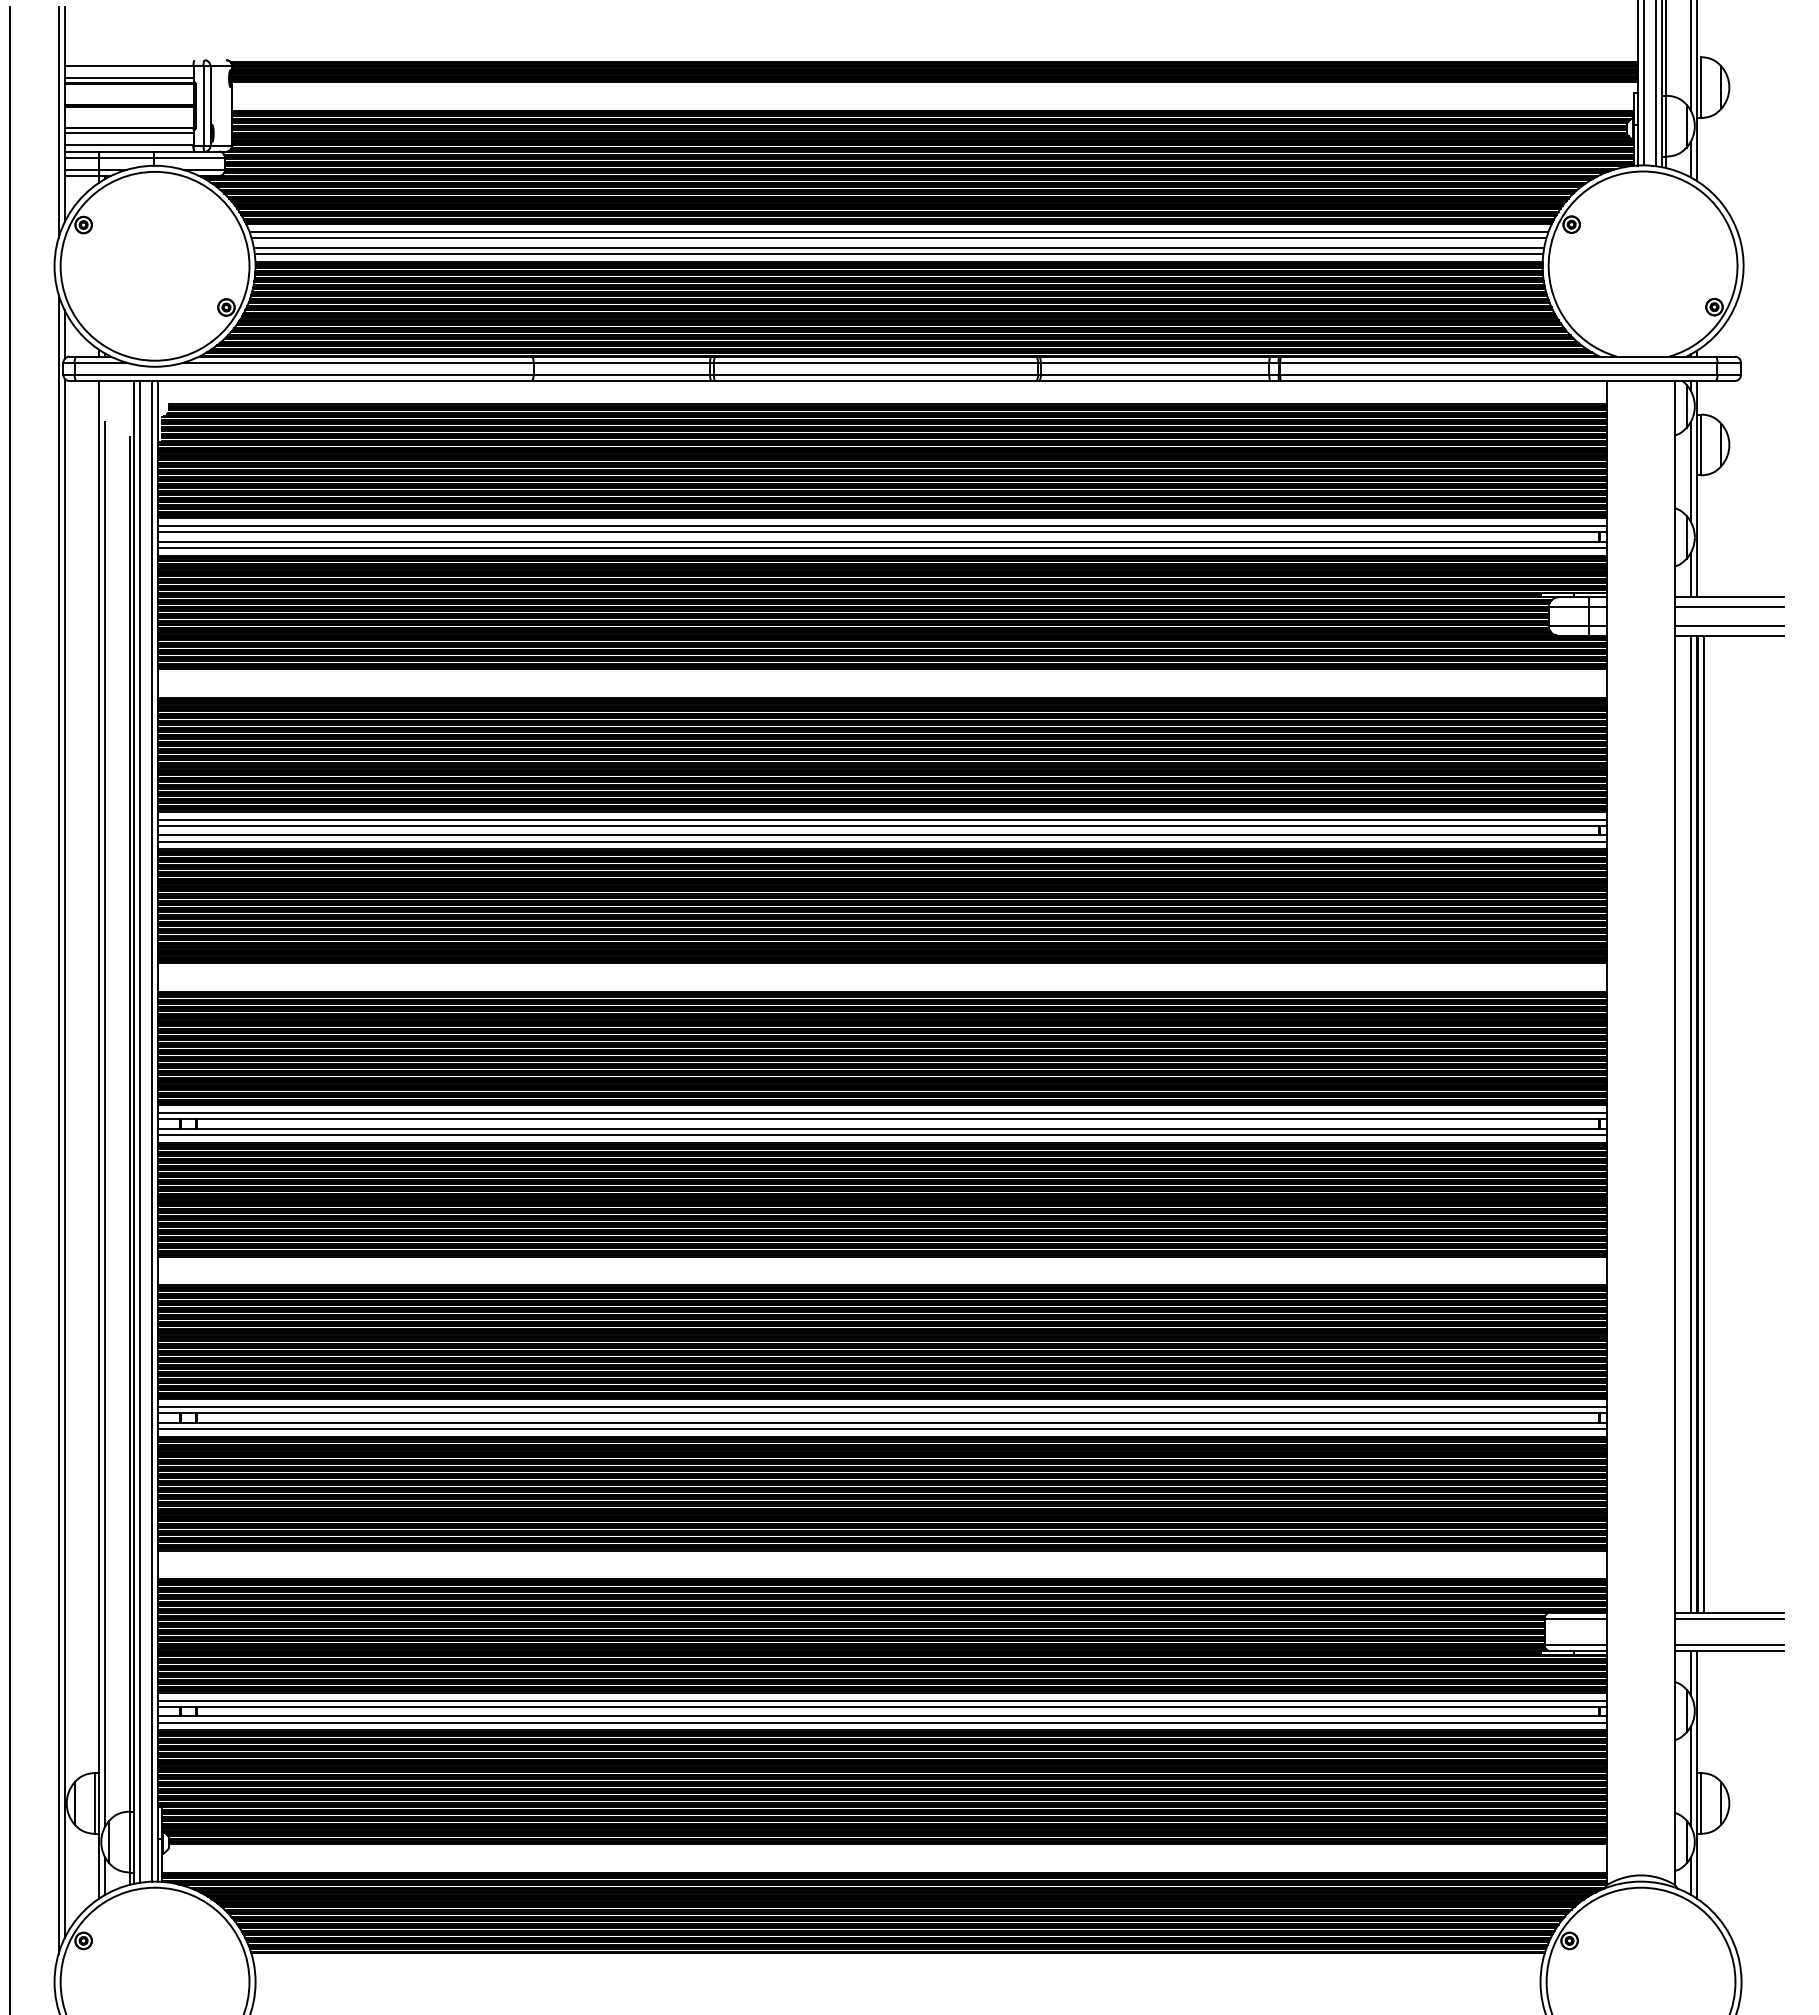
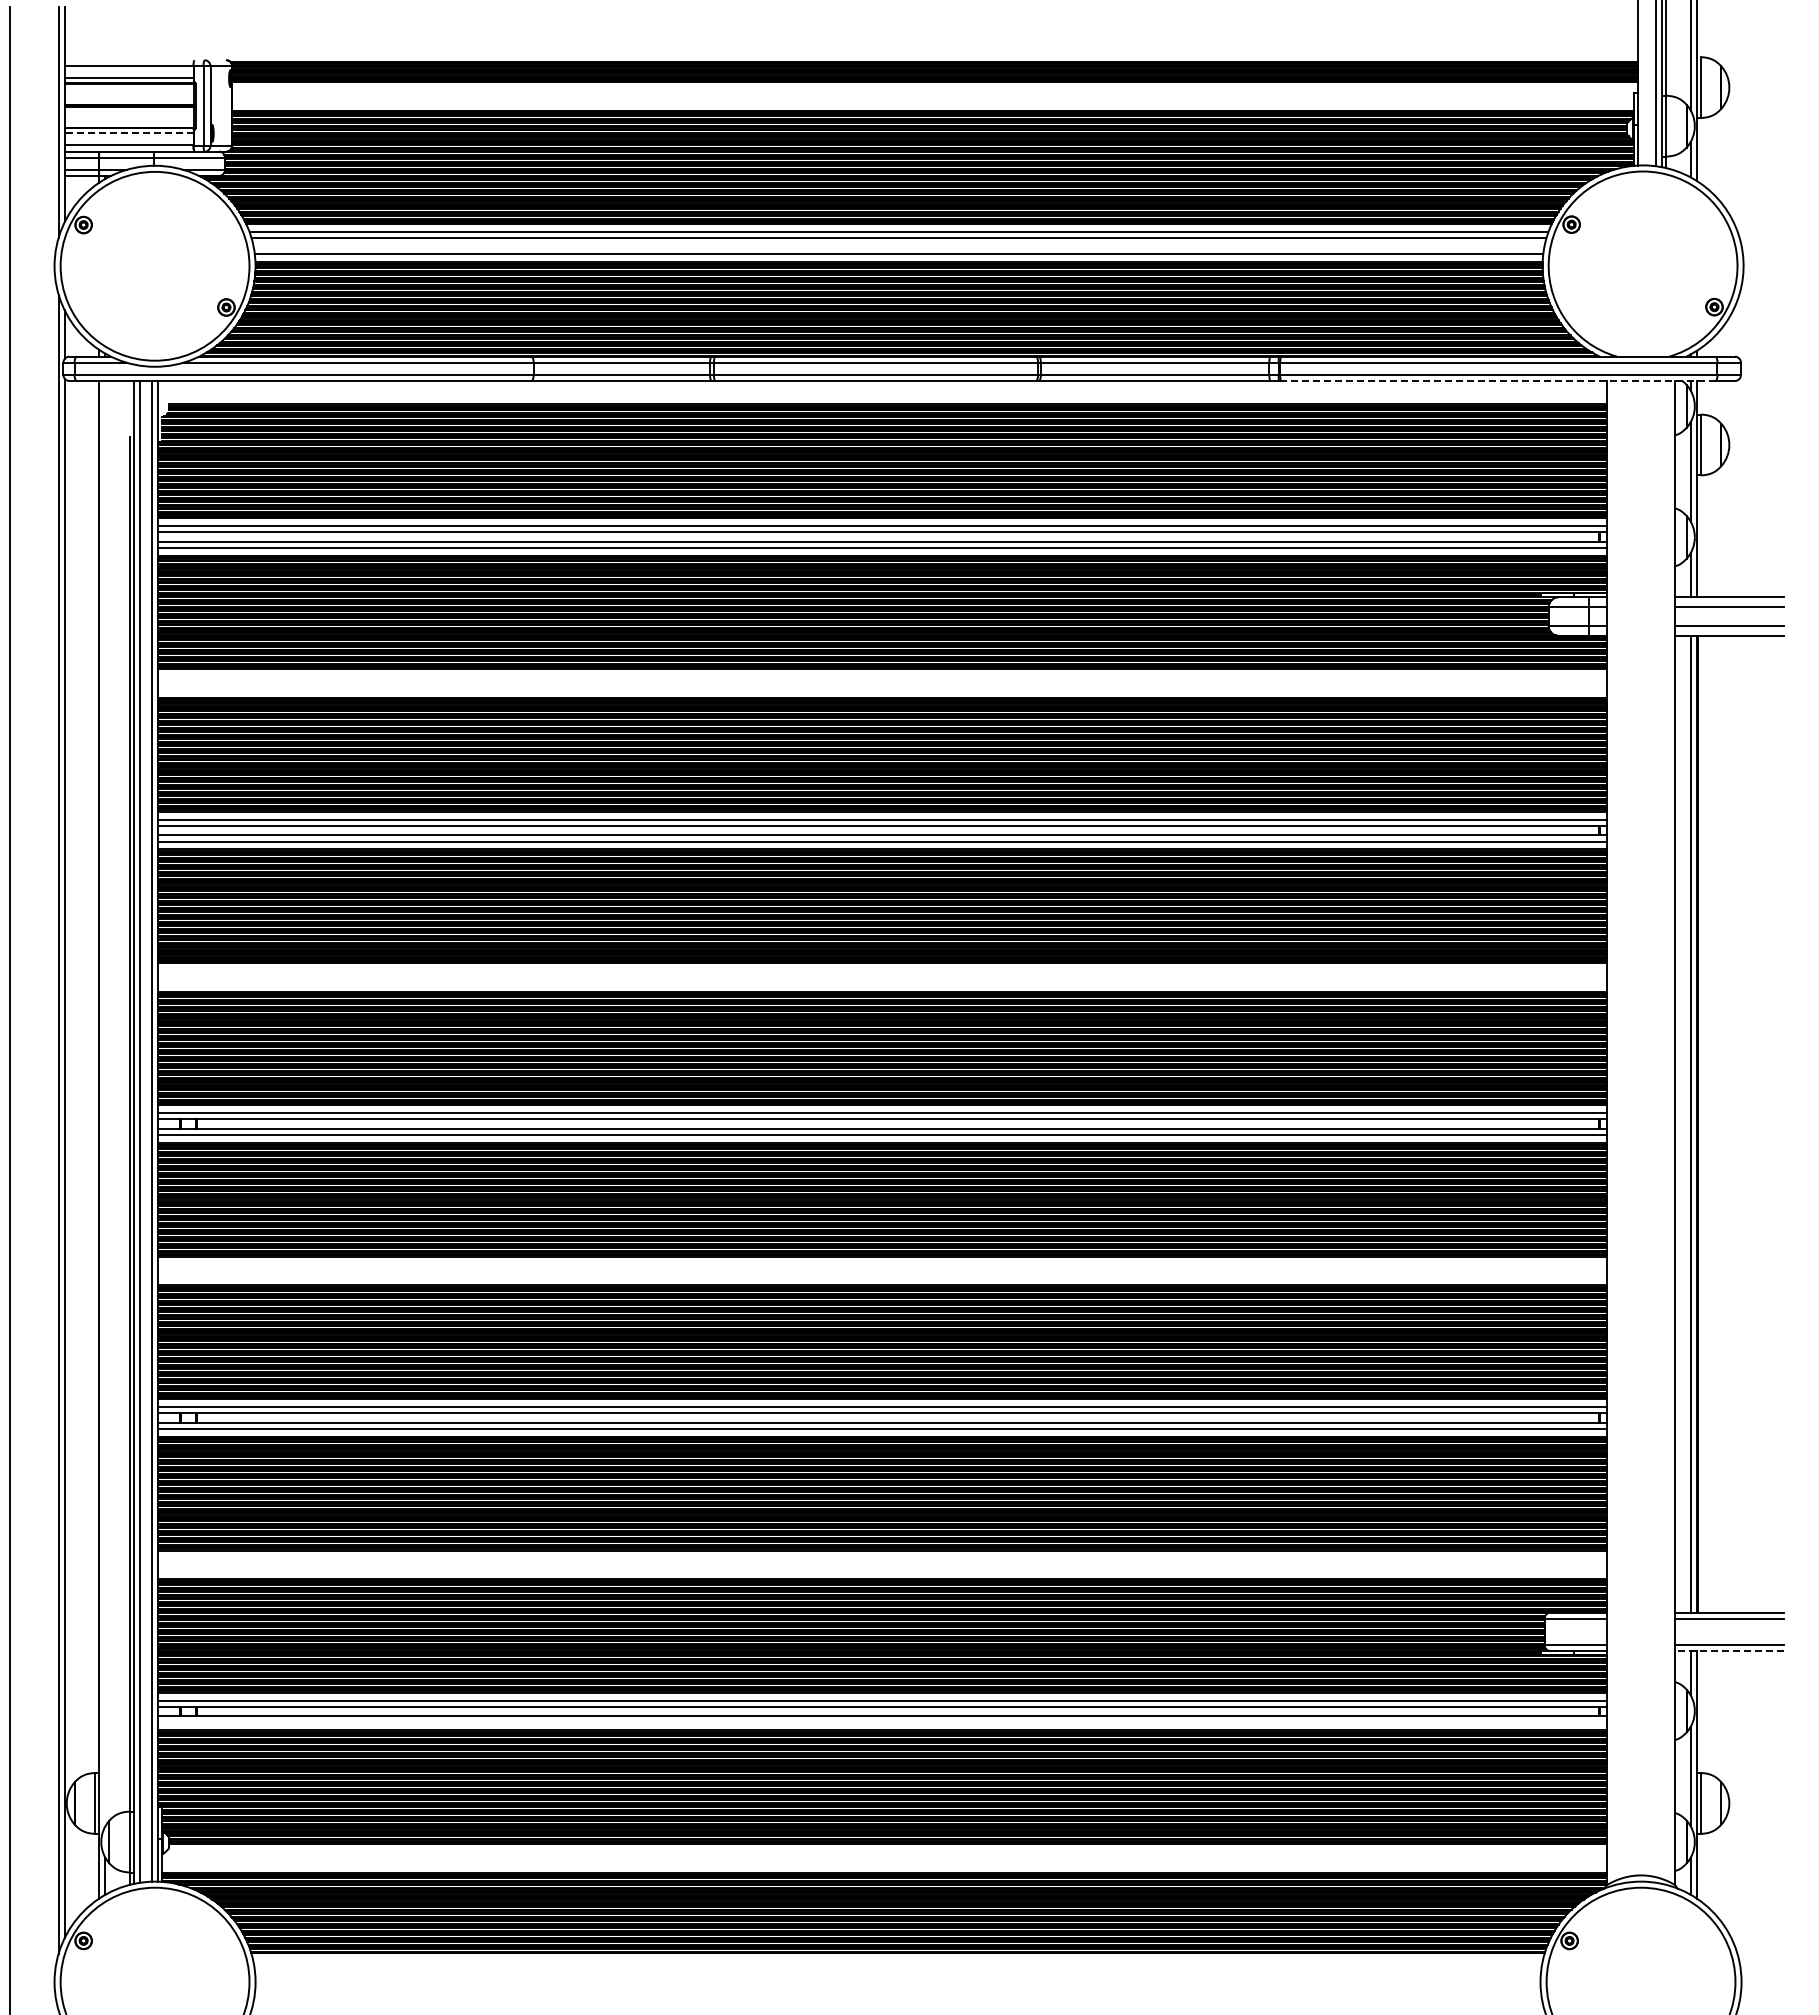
line at (1644, 83): present -> none
line at (128, 133): solid -> dashed
line at (898, 248): present -> none
line at (1498, 381): solid -> dashed
line at (1703, 1123): present -> none
line at (105, 1124): present -> none
line at (1729, 1651): solid -> dashed
line at (882, 1722): present -> none
